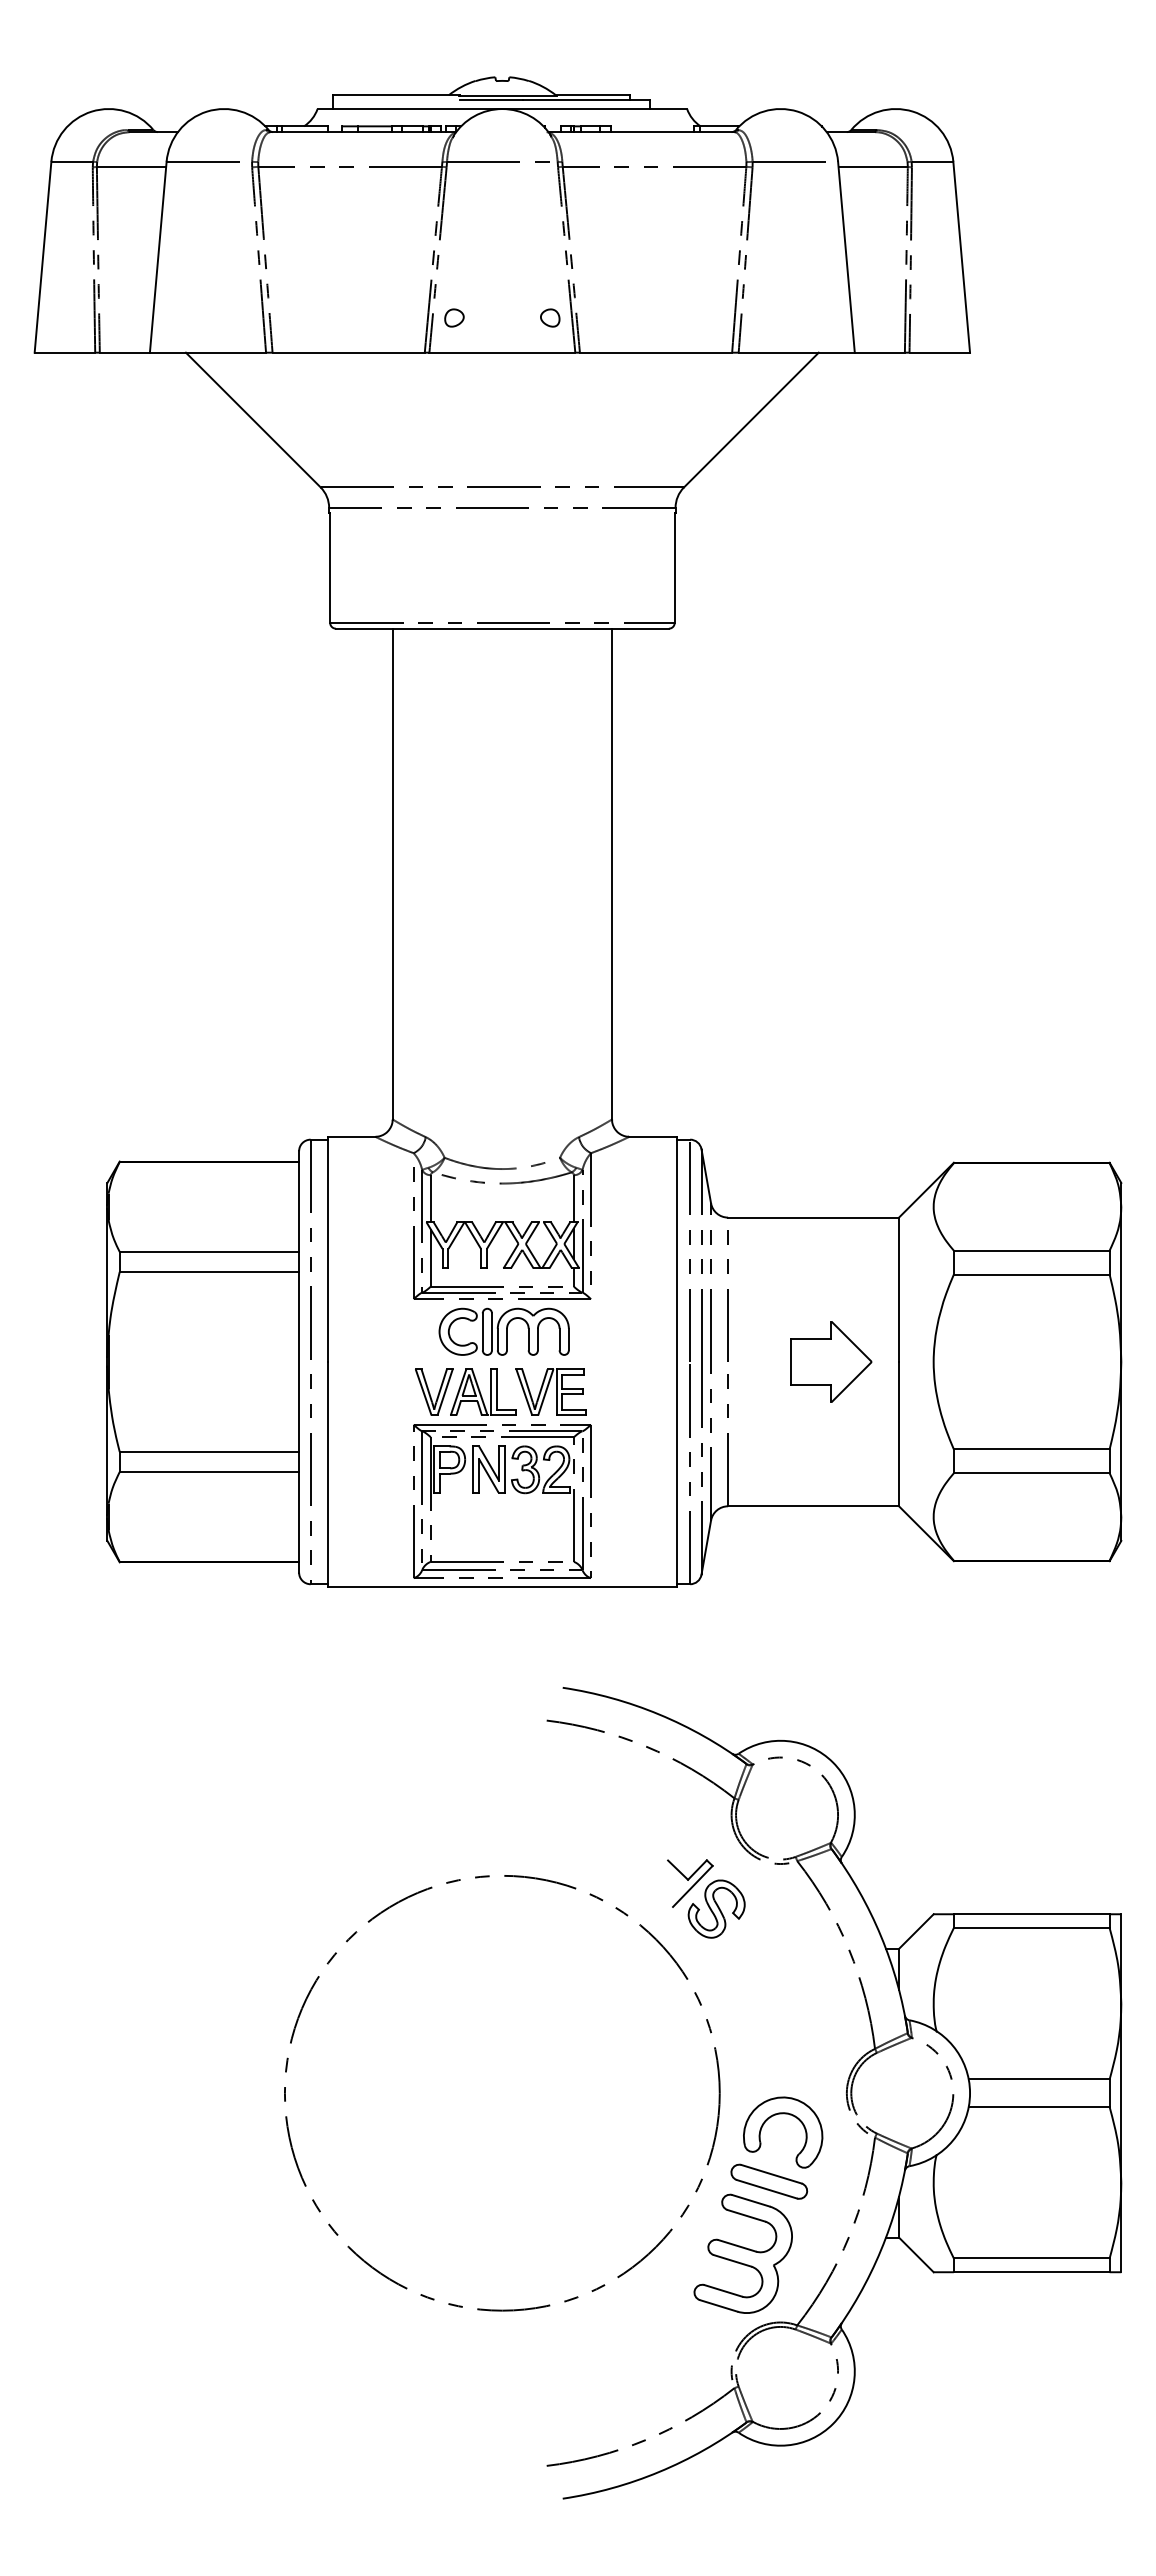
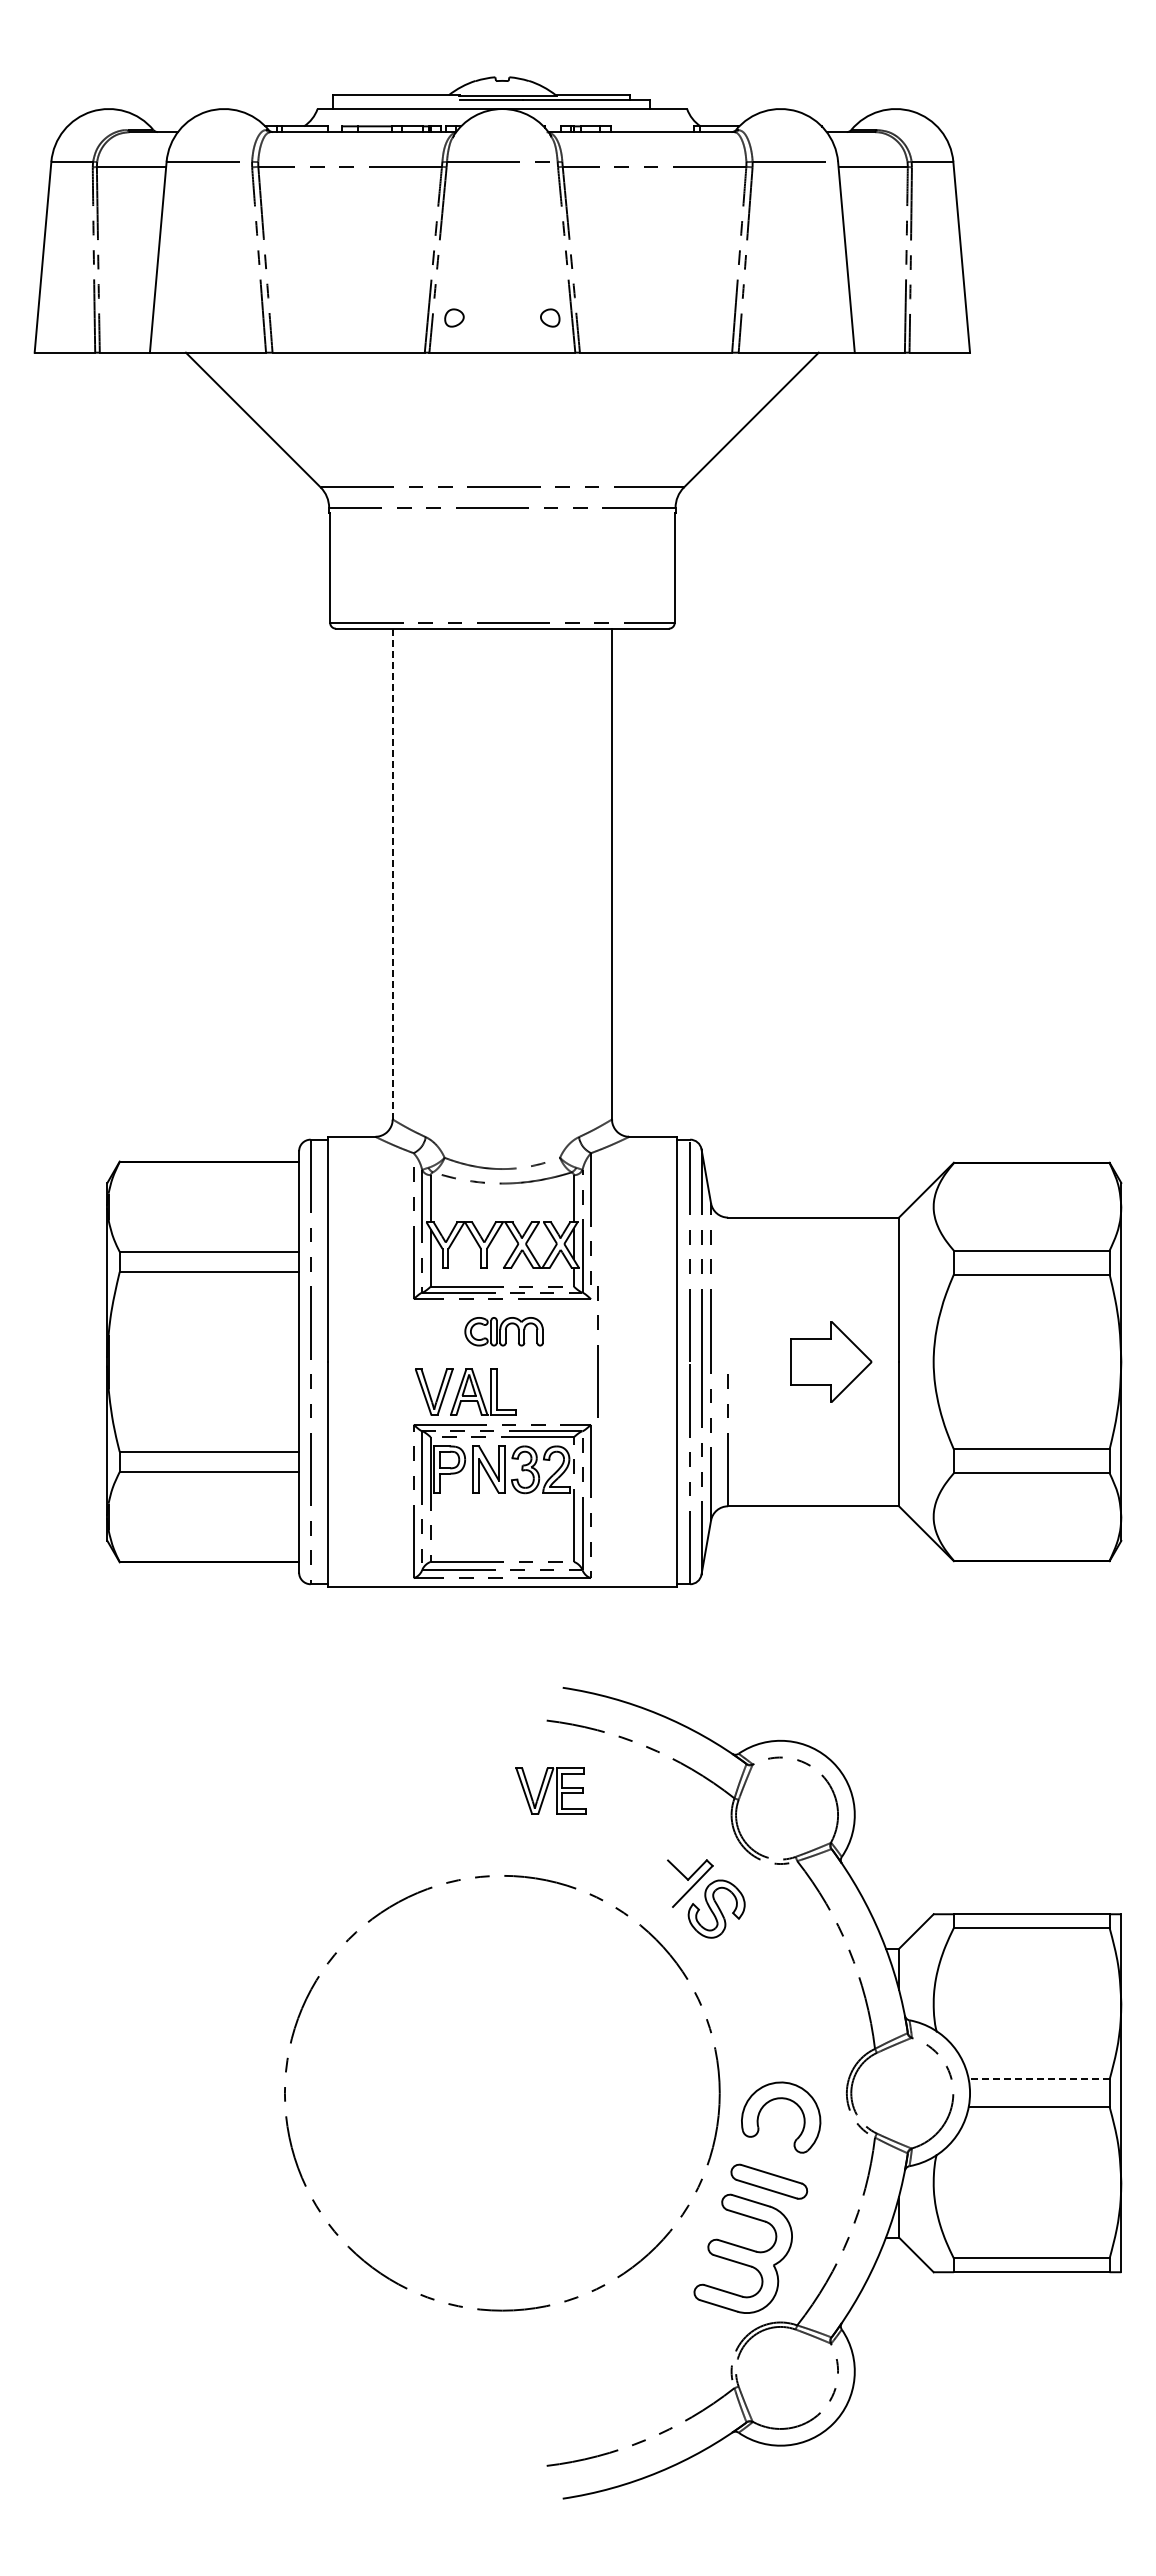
line at (392, 874): solid -> dashed
line at (727, 1295) position: (727, 1295) -> (597, 1351)
part at (503, 1331) size: 132x49 px -> 80x30 px
part at (550, 1391) position: (550, 1391) -> (550, 1790)
line at (1038, 2079): solid -> dashed
part at (783, 2114) position: (783, 2114) -> (781, 2099)
